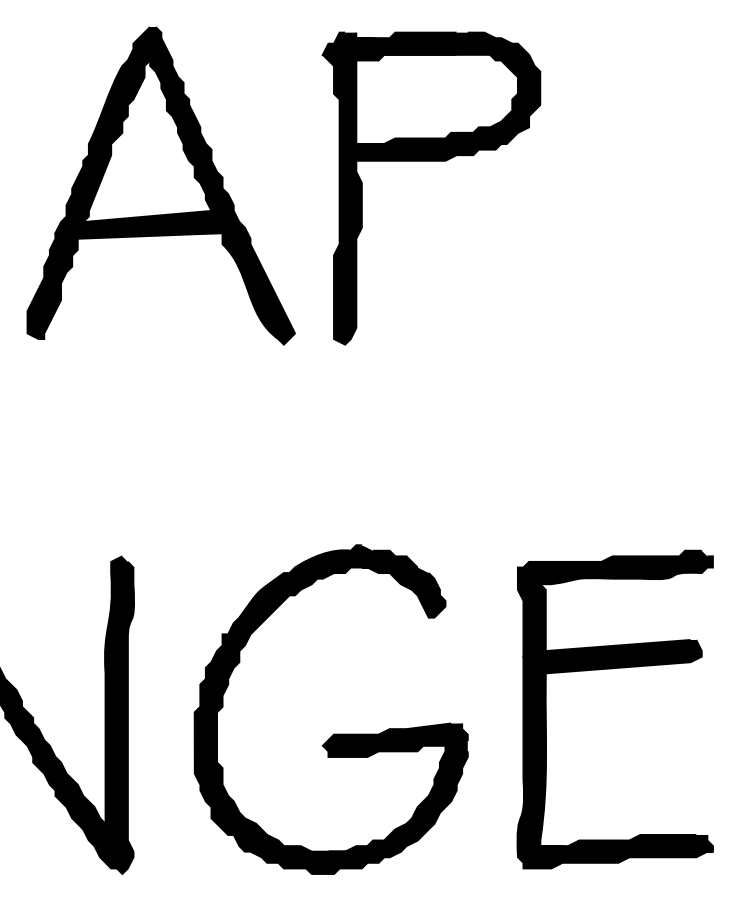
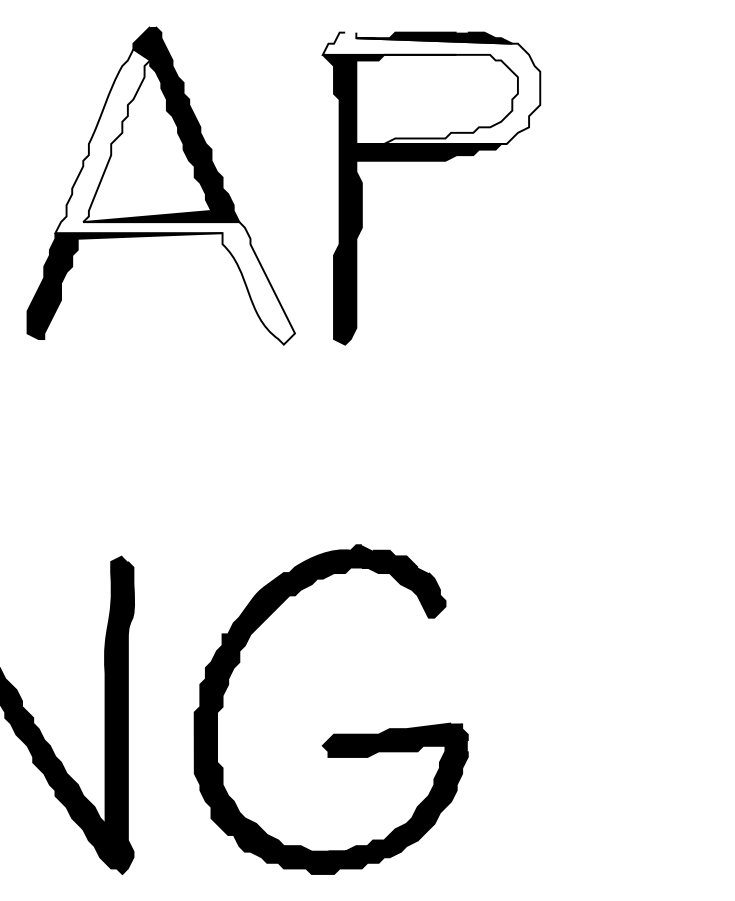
fill at (431, 88): present -> none
fill at (175, 196): present -> none
part at (612, 669): present -> none
